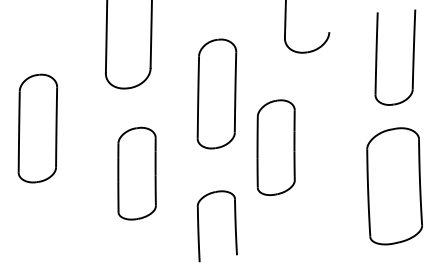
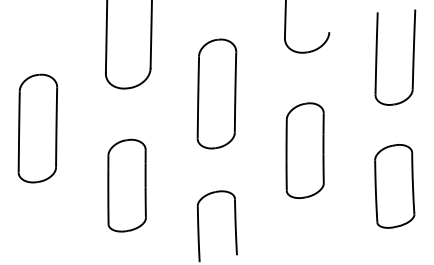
part at (275, 147) position: (275, 147) -> (304, 150)
part at (136, 173) position: (136, 173) -> (126, 185)
part at (394, 186) size: 57x119 px -> 42x85 px
